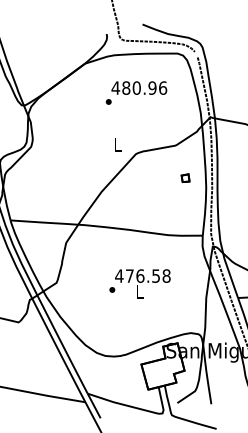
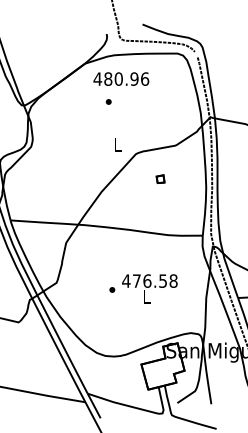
text at (139, 87) position: (139, 87) -> (121, 78)
part at (185, 177) position: (185, 177) -> (160, 178)
text at (142, 283) position: (142, 283) -> (149, 288)
